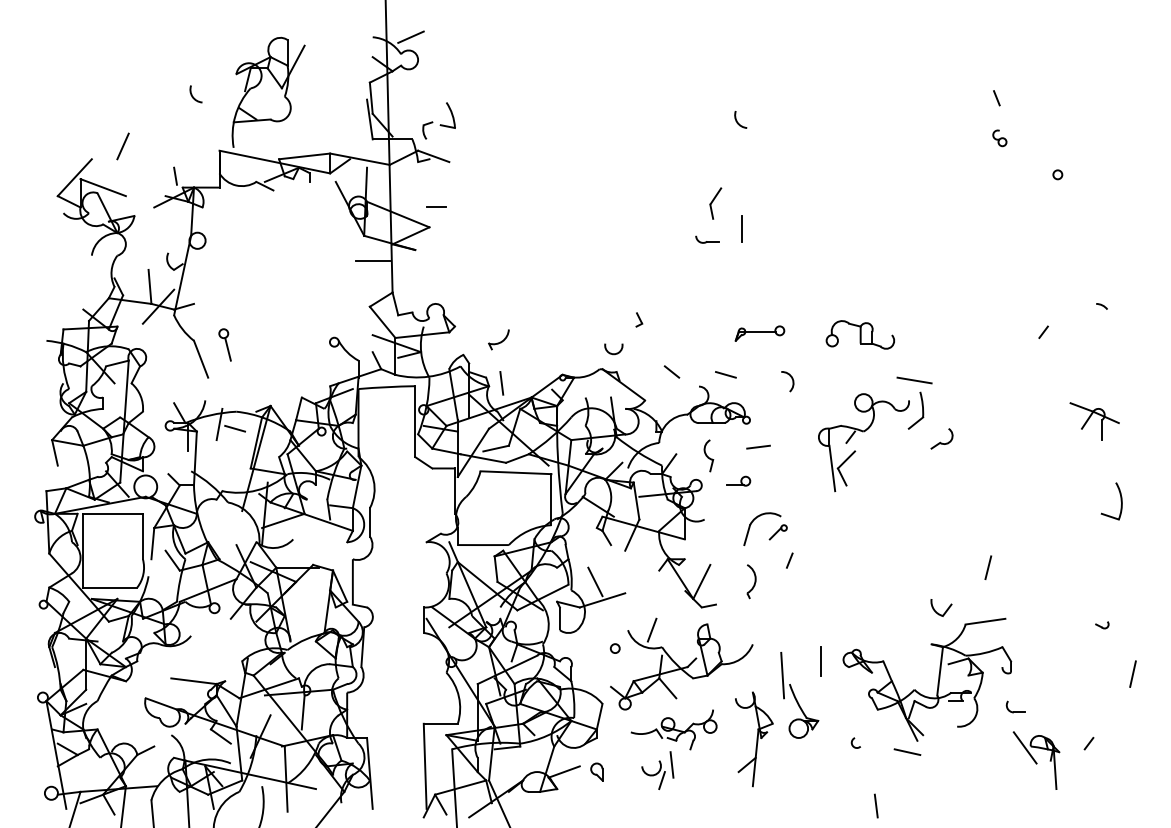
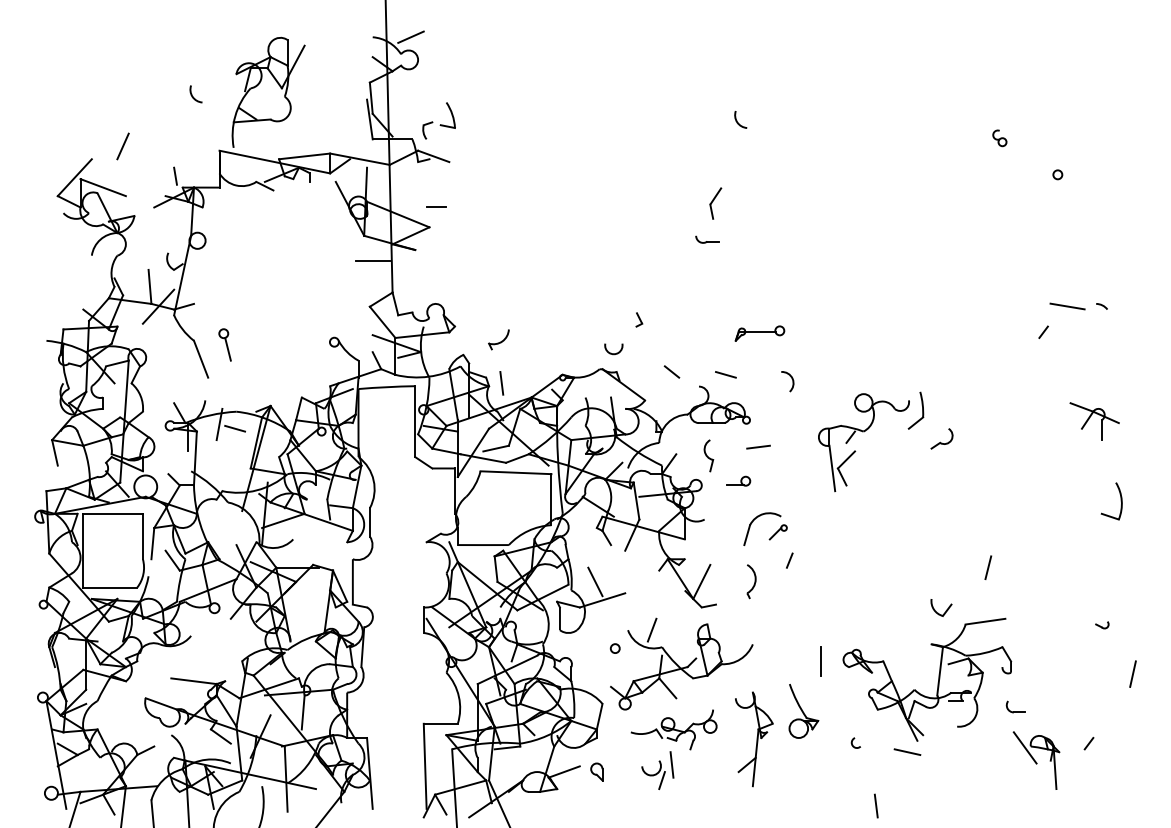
line at (996, 98): present -> none
line at (741, 228): present -> none
part at (859, 334): present -> none
line at (914, 380) position: (914, 380) -> (1067, 306)
line at (782, 675): present -> none
